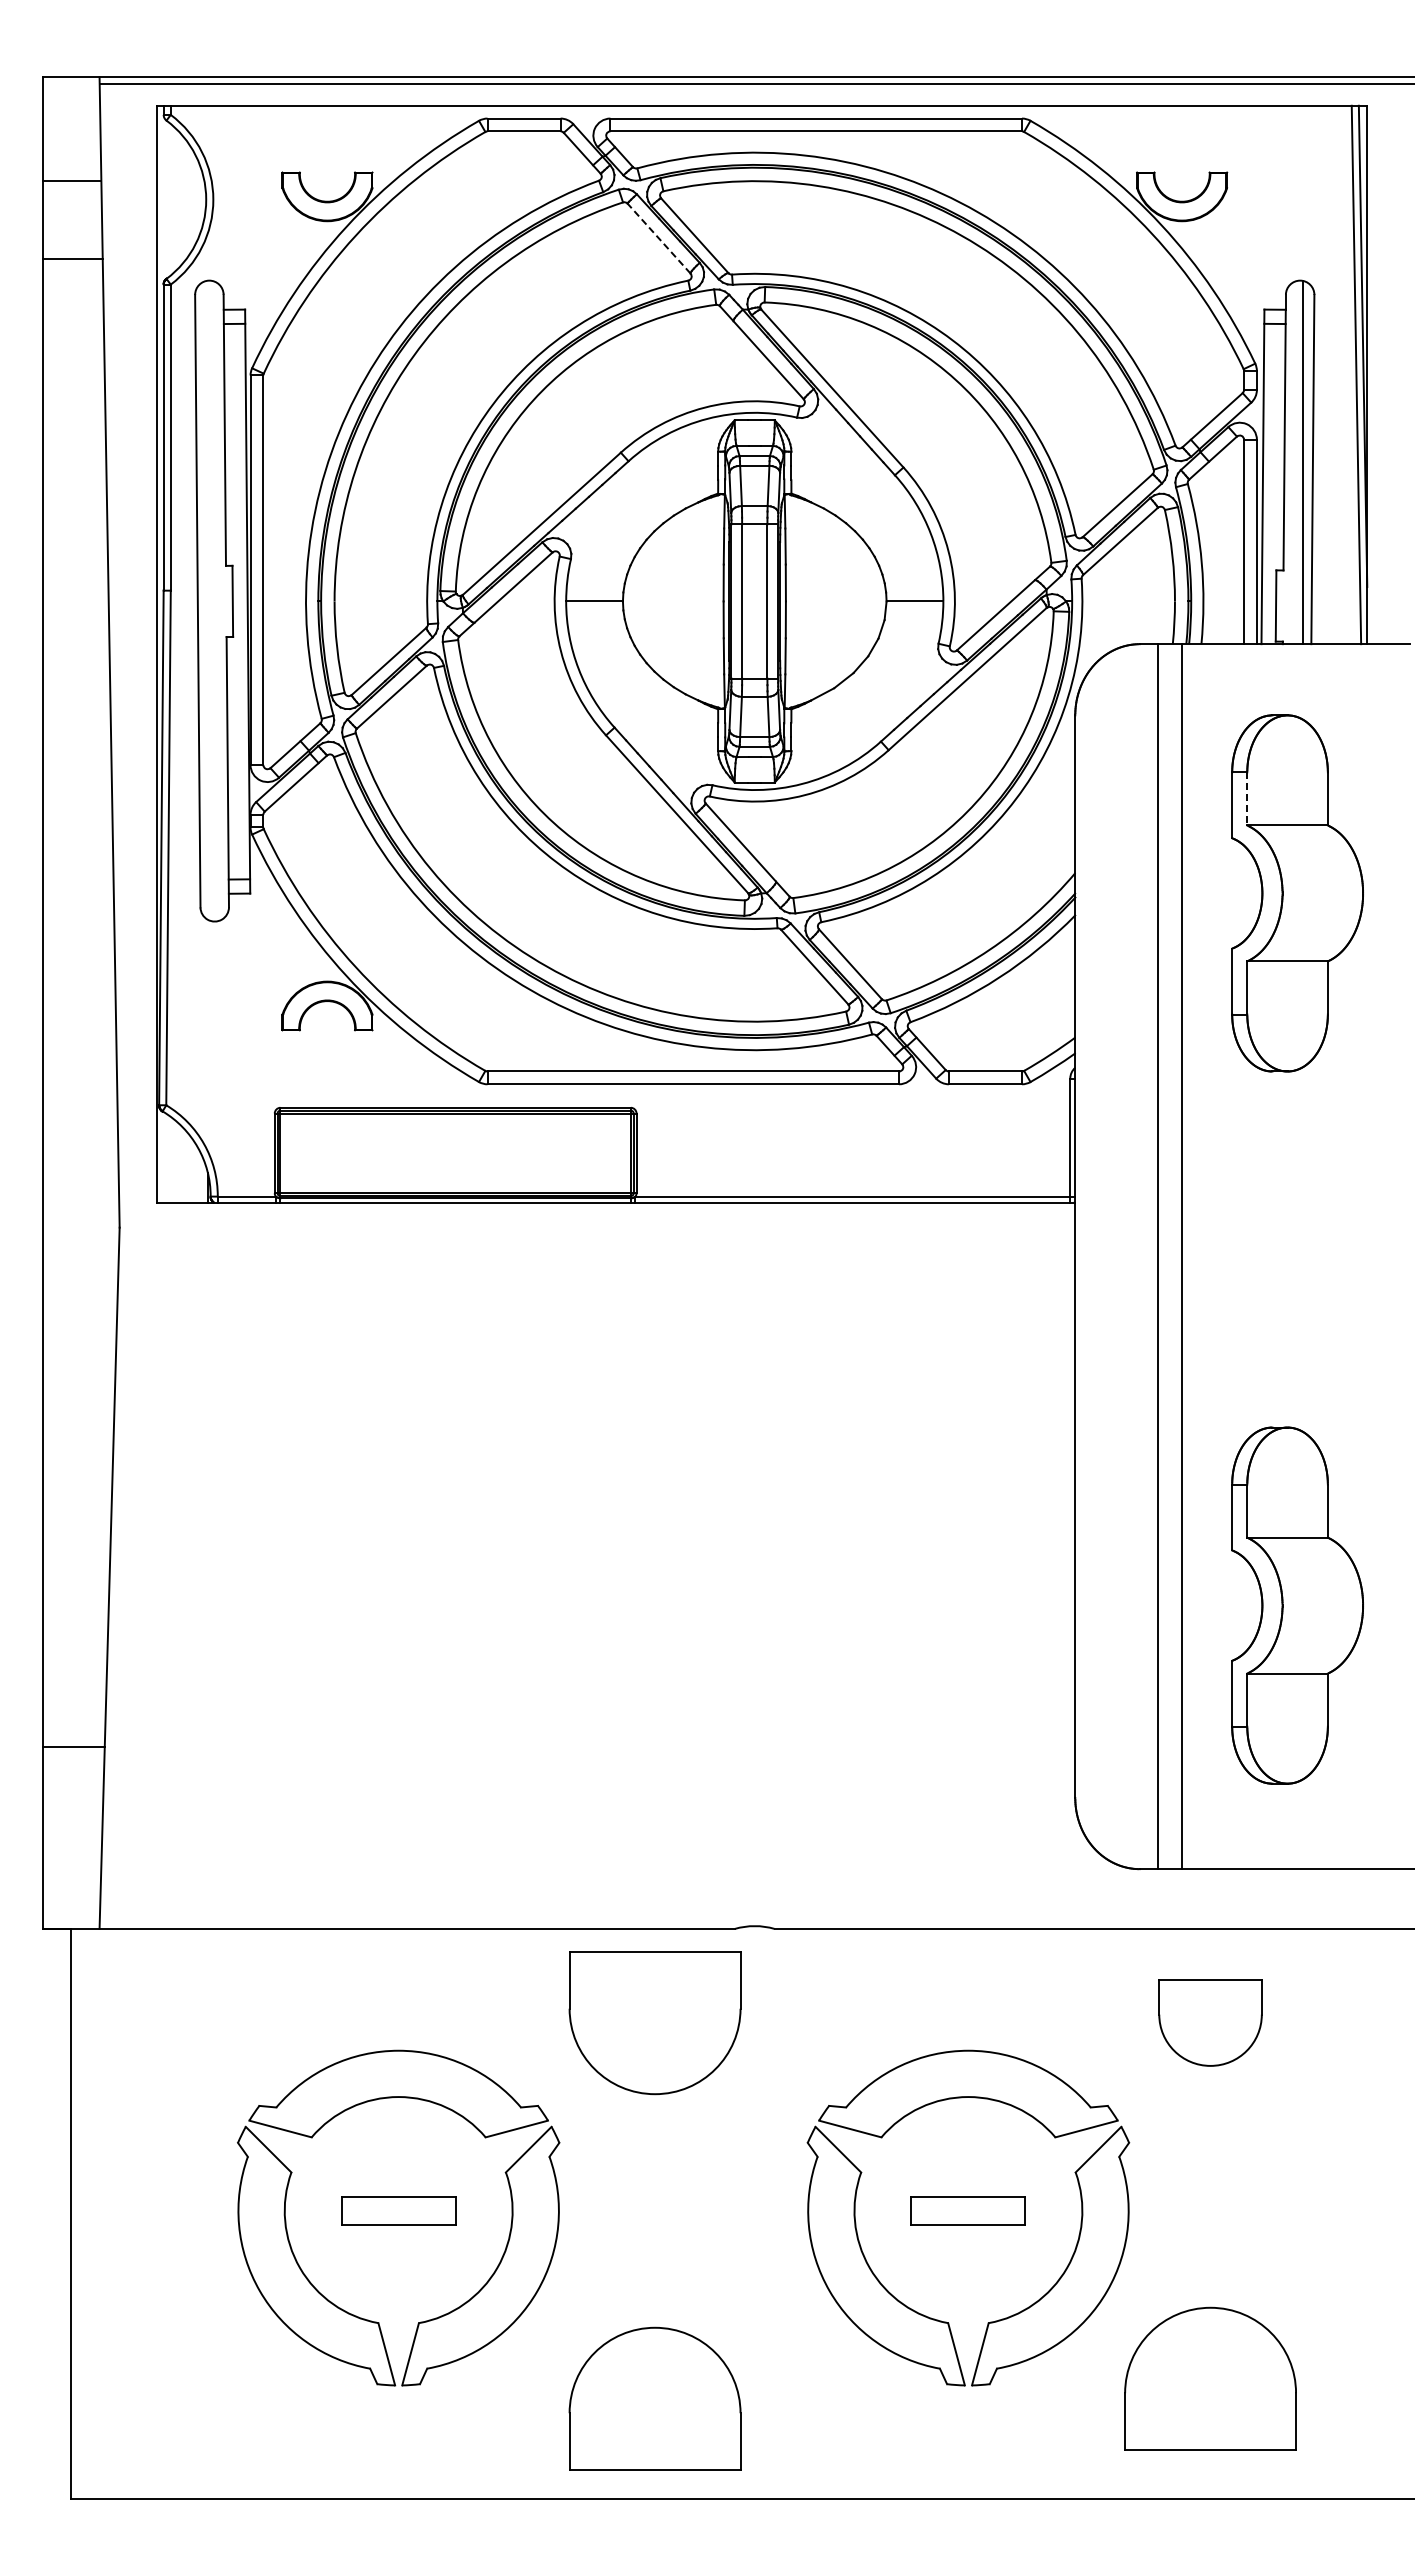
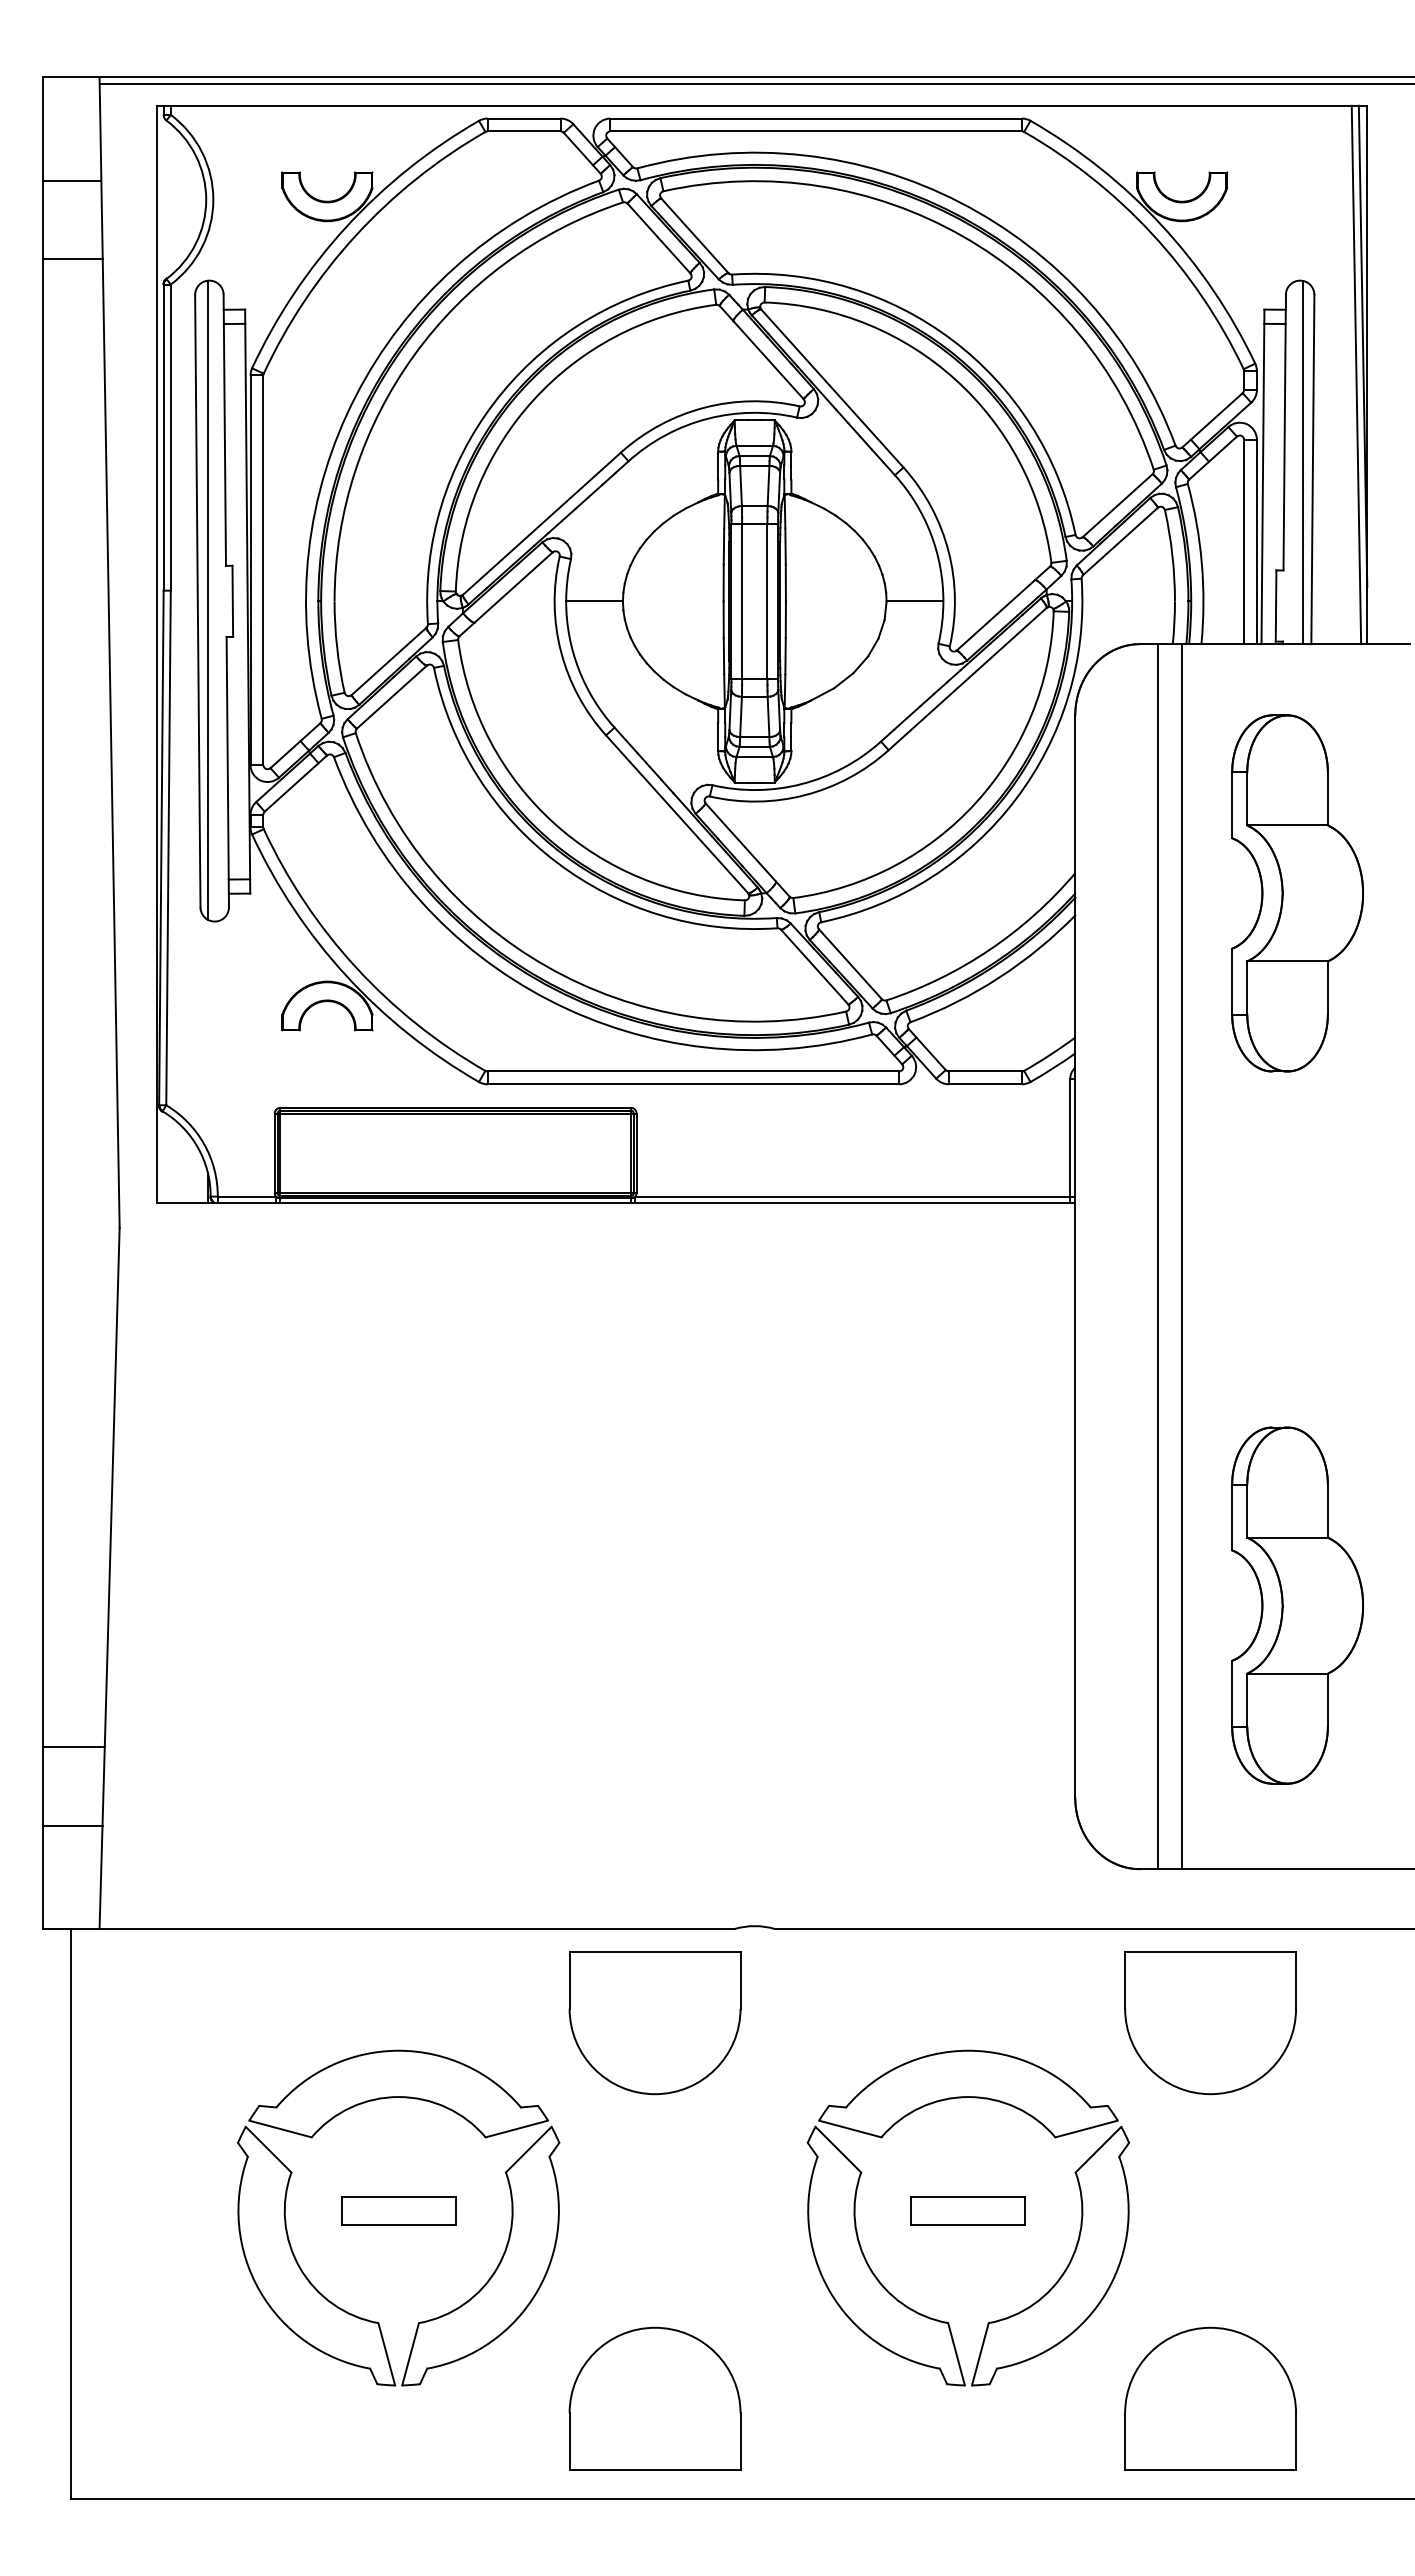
line at (658, 238): dashed -> solid
line at (207, 599): none -> present
line at (1247, 798): dashed -> solid
line at (72, 1825): none -> present
part at (1210, 2022) size: 105x88 px -> 173x145 px
part at (1210, 2378) position: (1210, 2378) -> (1210, 2398)
